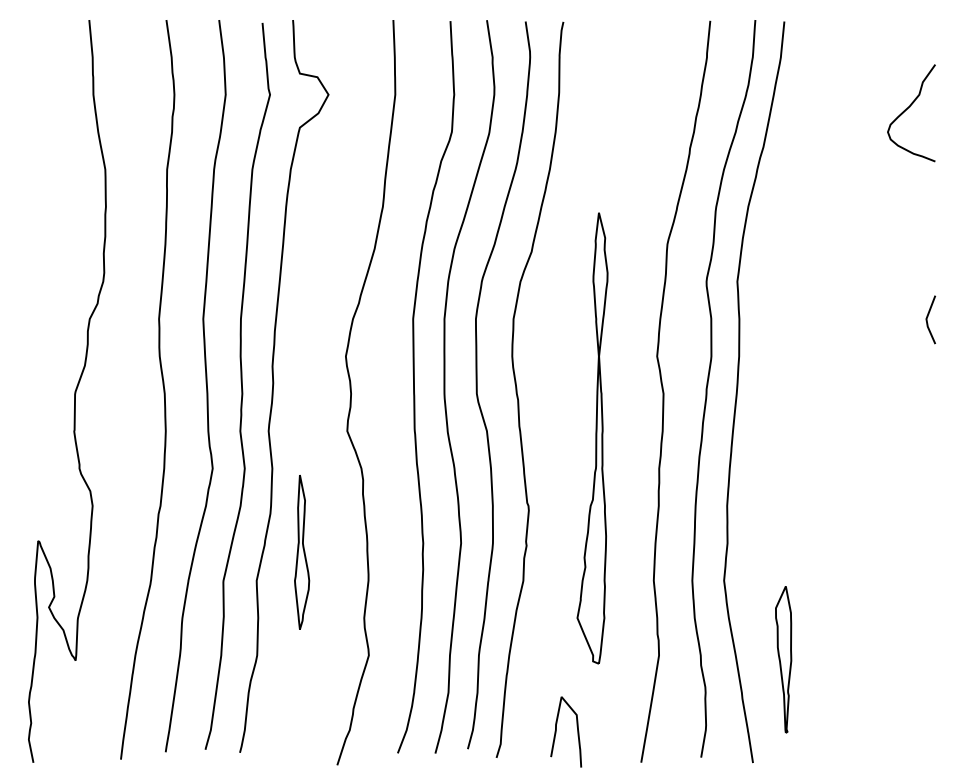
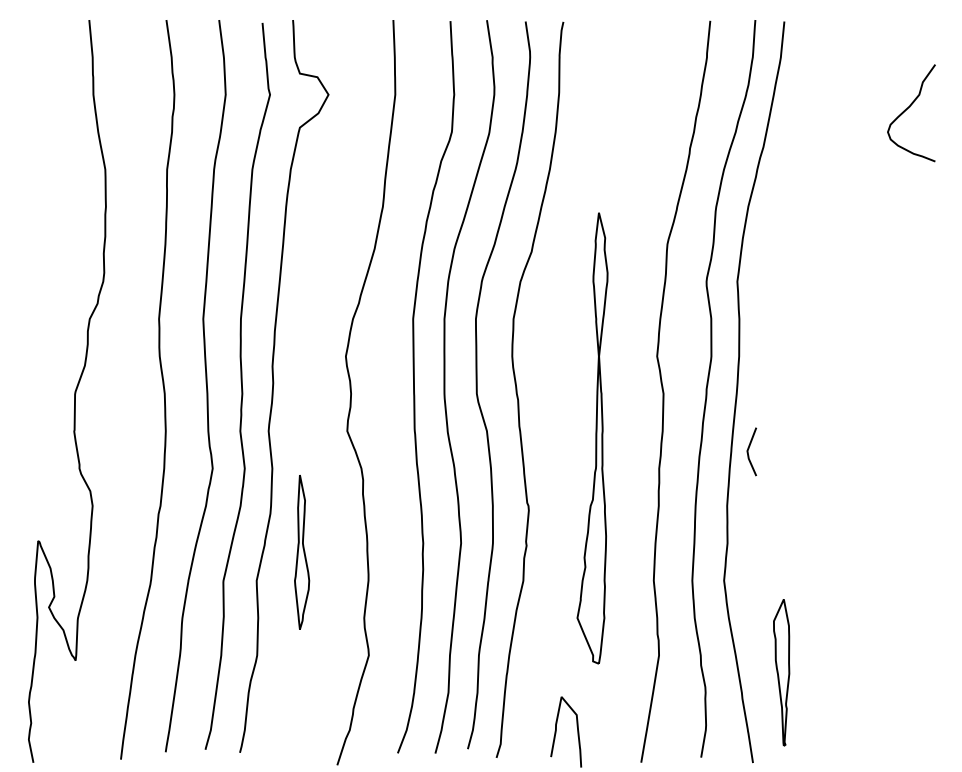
line at (927, 319) position: (927, 319) -> (748, 451)
part at (783, 659) position: (783, 659) -> (781, 672)
